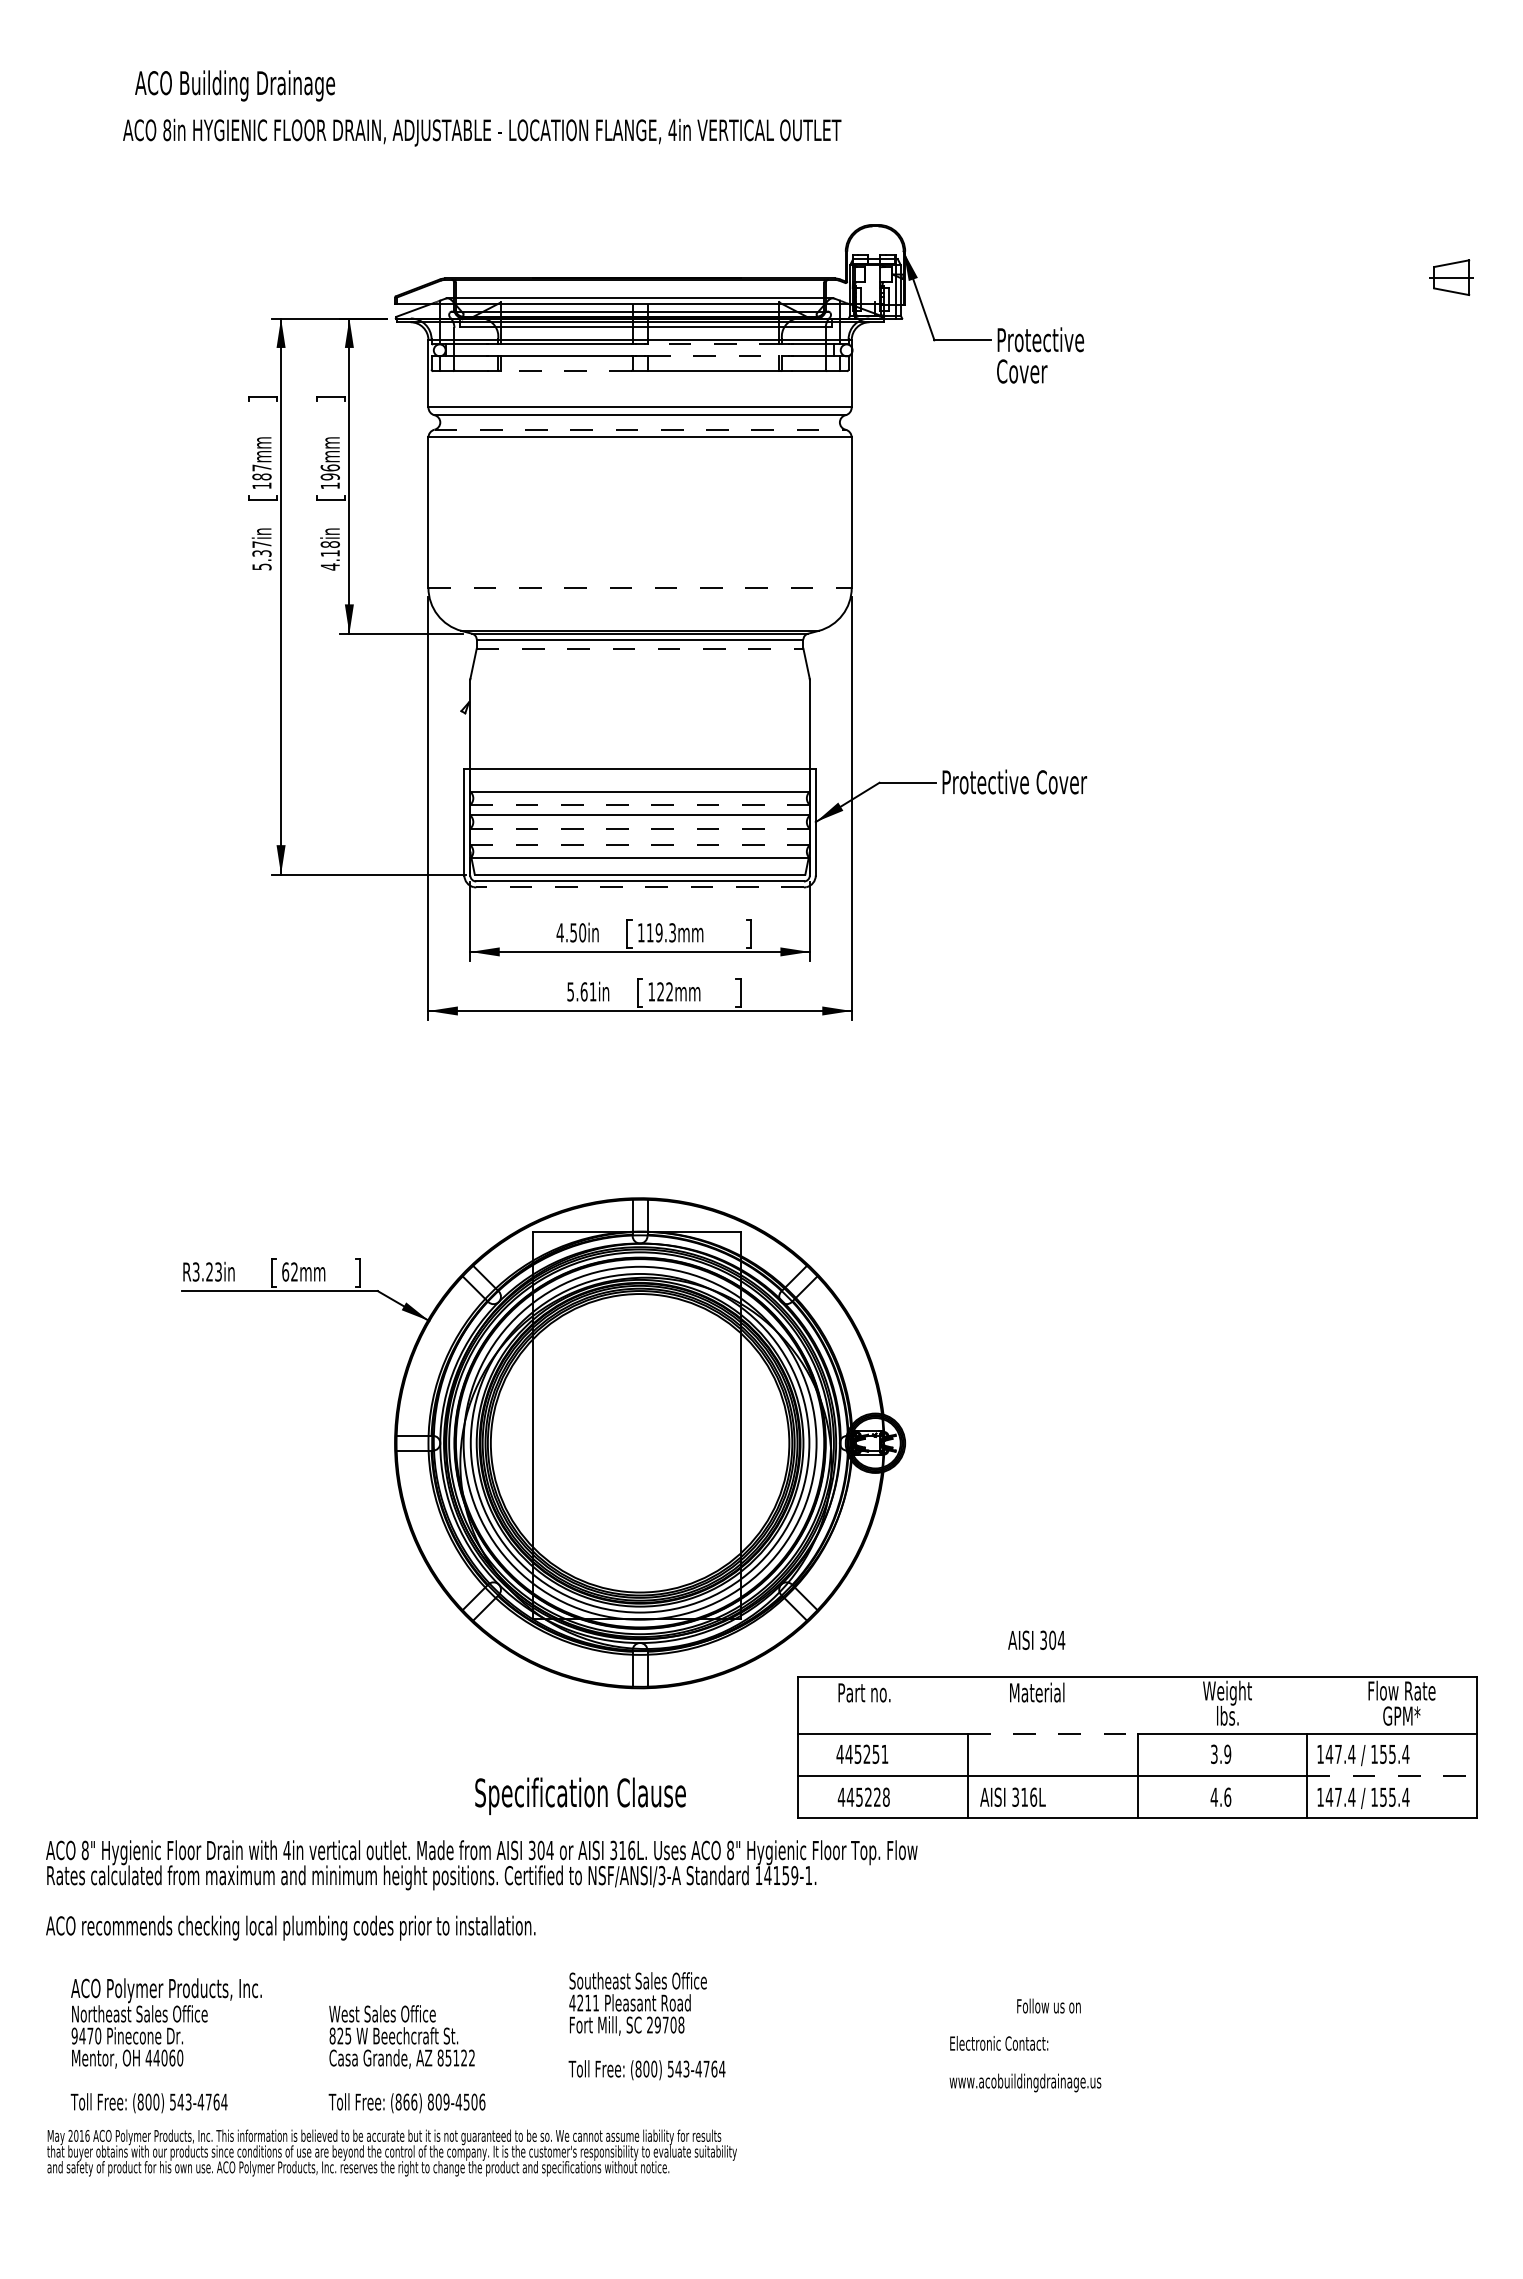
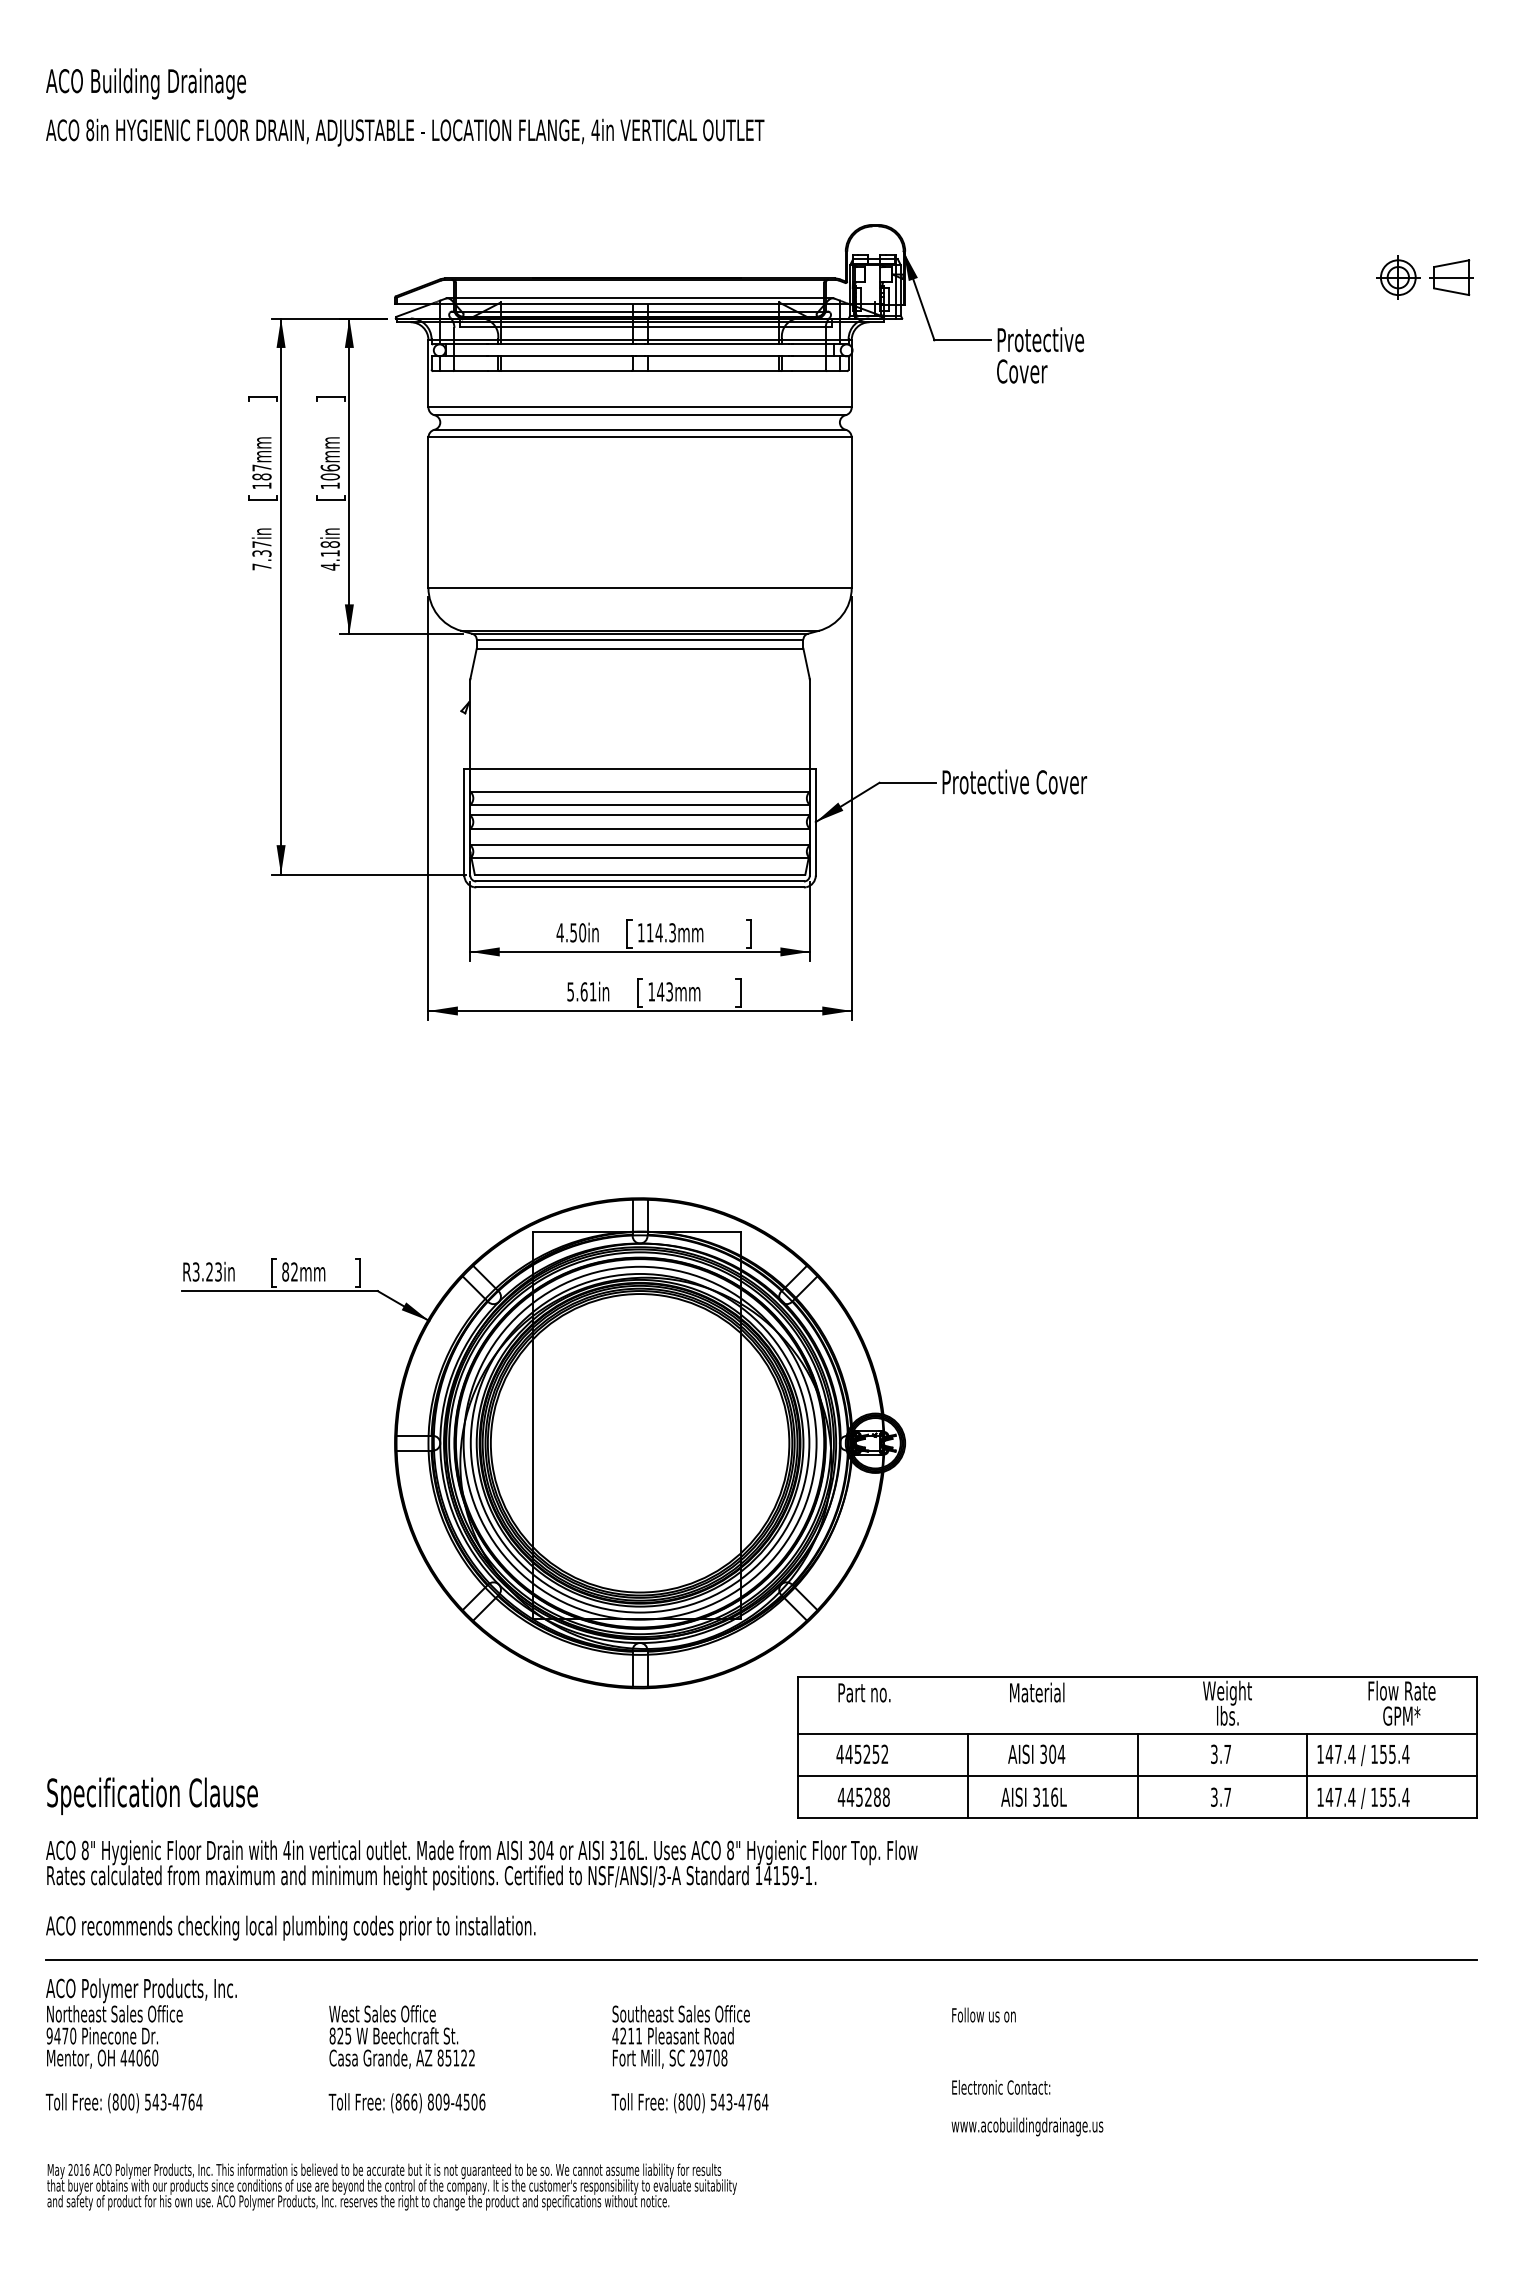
text at (234, 85) position: (234, 85) -> (145, 83)
text at (482, 132) position: (482, 132) -> (405, 132)
part at (1398, 277): none -> present
line at (714, 344): dashed -> solid
line at (714, 356): dashed -> solid
line at (565, 371): dashed -> solid
line at (640, 429): dashed -> solid
text at (330, 476): 196mm -> 106mm
text at (261, 566): 5.37in -> 7.37in
line at (640, 587): dashed -> solid
line at (640, 648): dashed -> solid
line at (640, 804): dashed -> solid
line at (640, 828): dashed -> solid
line at (640, 845): dashed -> solid
line at (640, 887): dashed -> solid
text at (658, 932): 119.3mm -> 114.3mm
text at (664, 991): 122mm -> 143mm
text at (285, 1271): 62mm -> 82mm
text at (1036, 1639) position: (1036, 1639) -> (1036, 1753)
line at (1052, 1733): dashed -> solid
text at (884, 1753): 445251 -> 445252
text at (1227, 1753): 3.9 -> 3.7
line at (1392, 1775): dashed -> solid
text at (580, 1795) position: (580, 1795) -> (152, 1795)
text at (877, 1796): 445228 -> 445288
text at (1012, 1796) position: (1012, 1796) -> (1033, 1796)
text at (1220, 1796): 4.6 -> 3.7
line at (761, 1959): none -> present
text at (1048, 2005) position: (1048, 2005) -> (983, 2014)
text at (646, 2026) position: (646, 2026) -> (689, 2059)
text at (165, 2045) position: (165, 2045) -> (140, 2045)
text at (1025, 2064) position: (1025, 2064) -> (1027, 2108)
text at (391, 2152) position: (391, 2152) -> (391, 2186)
